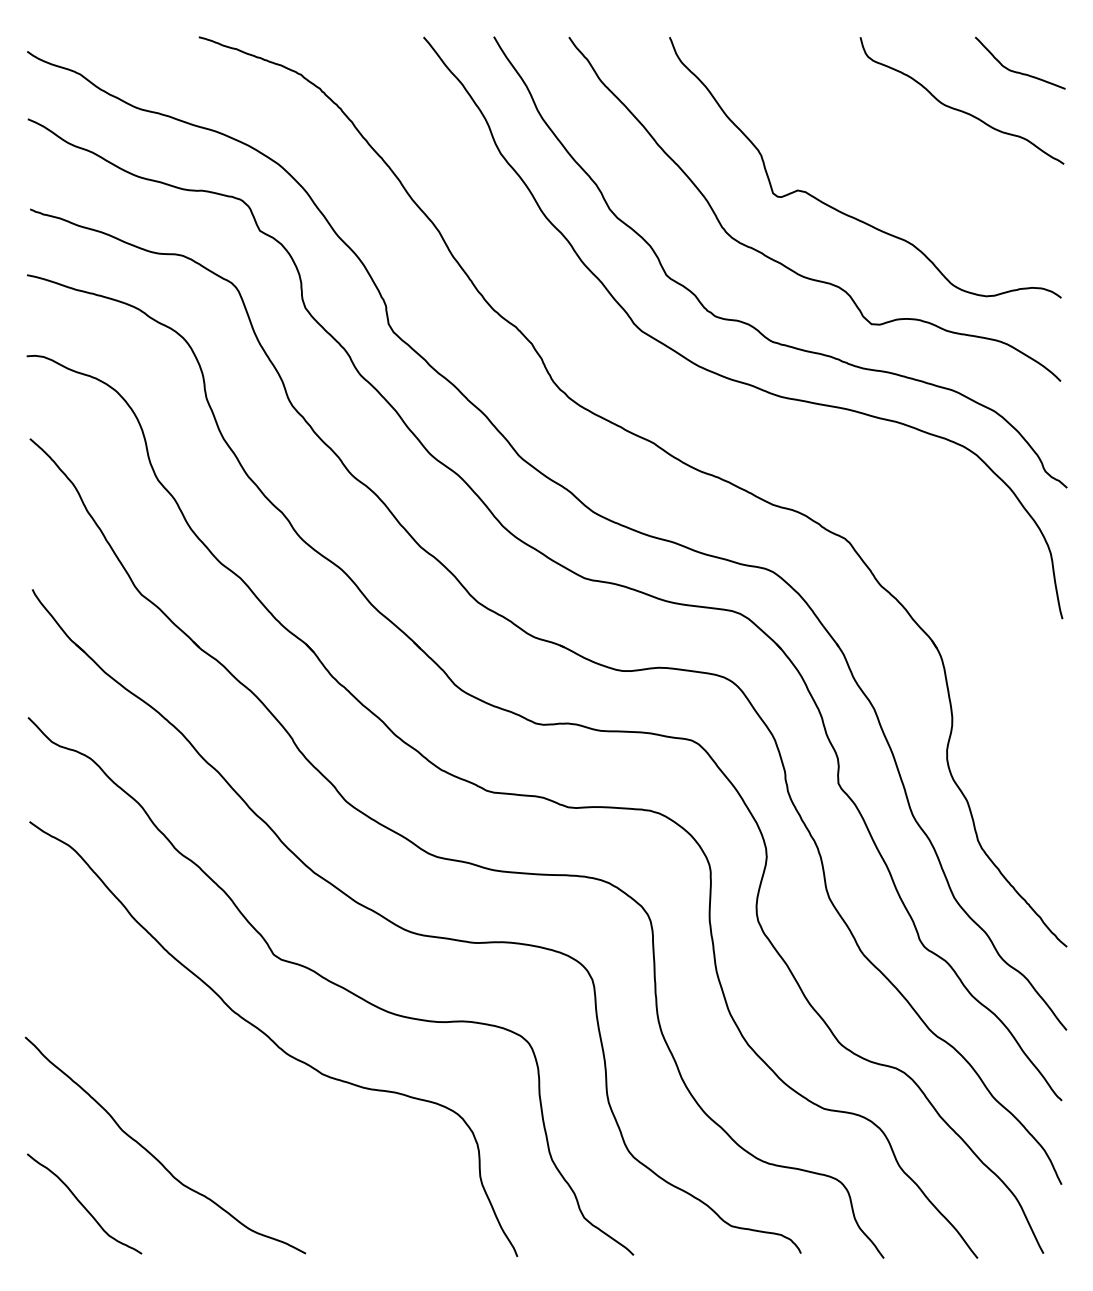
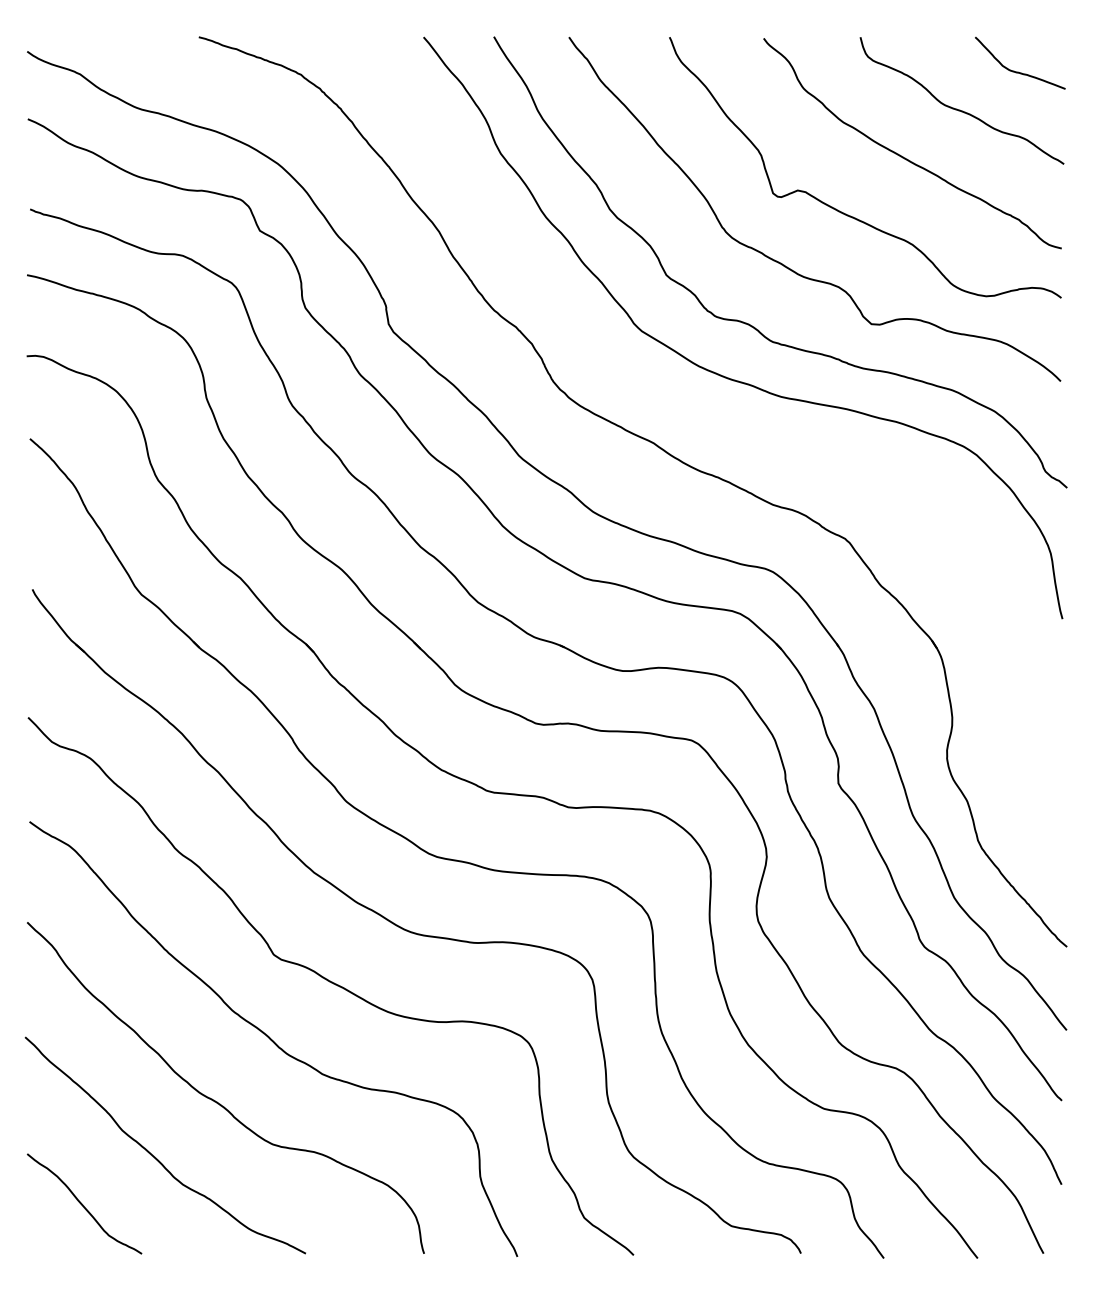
curve at (905, 157): none -> present
curve at (217, 1101): none -> present
